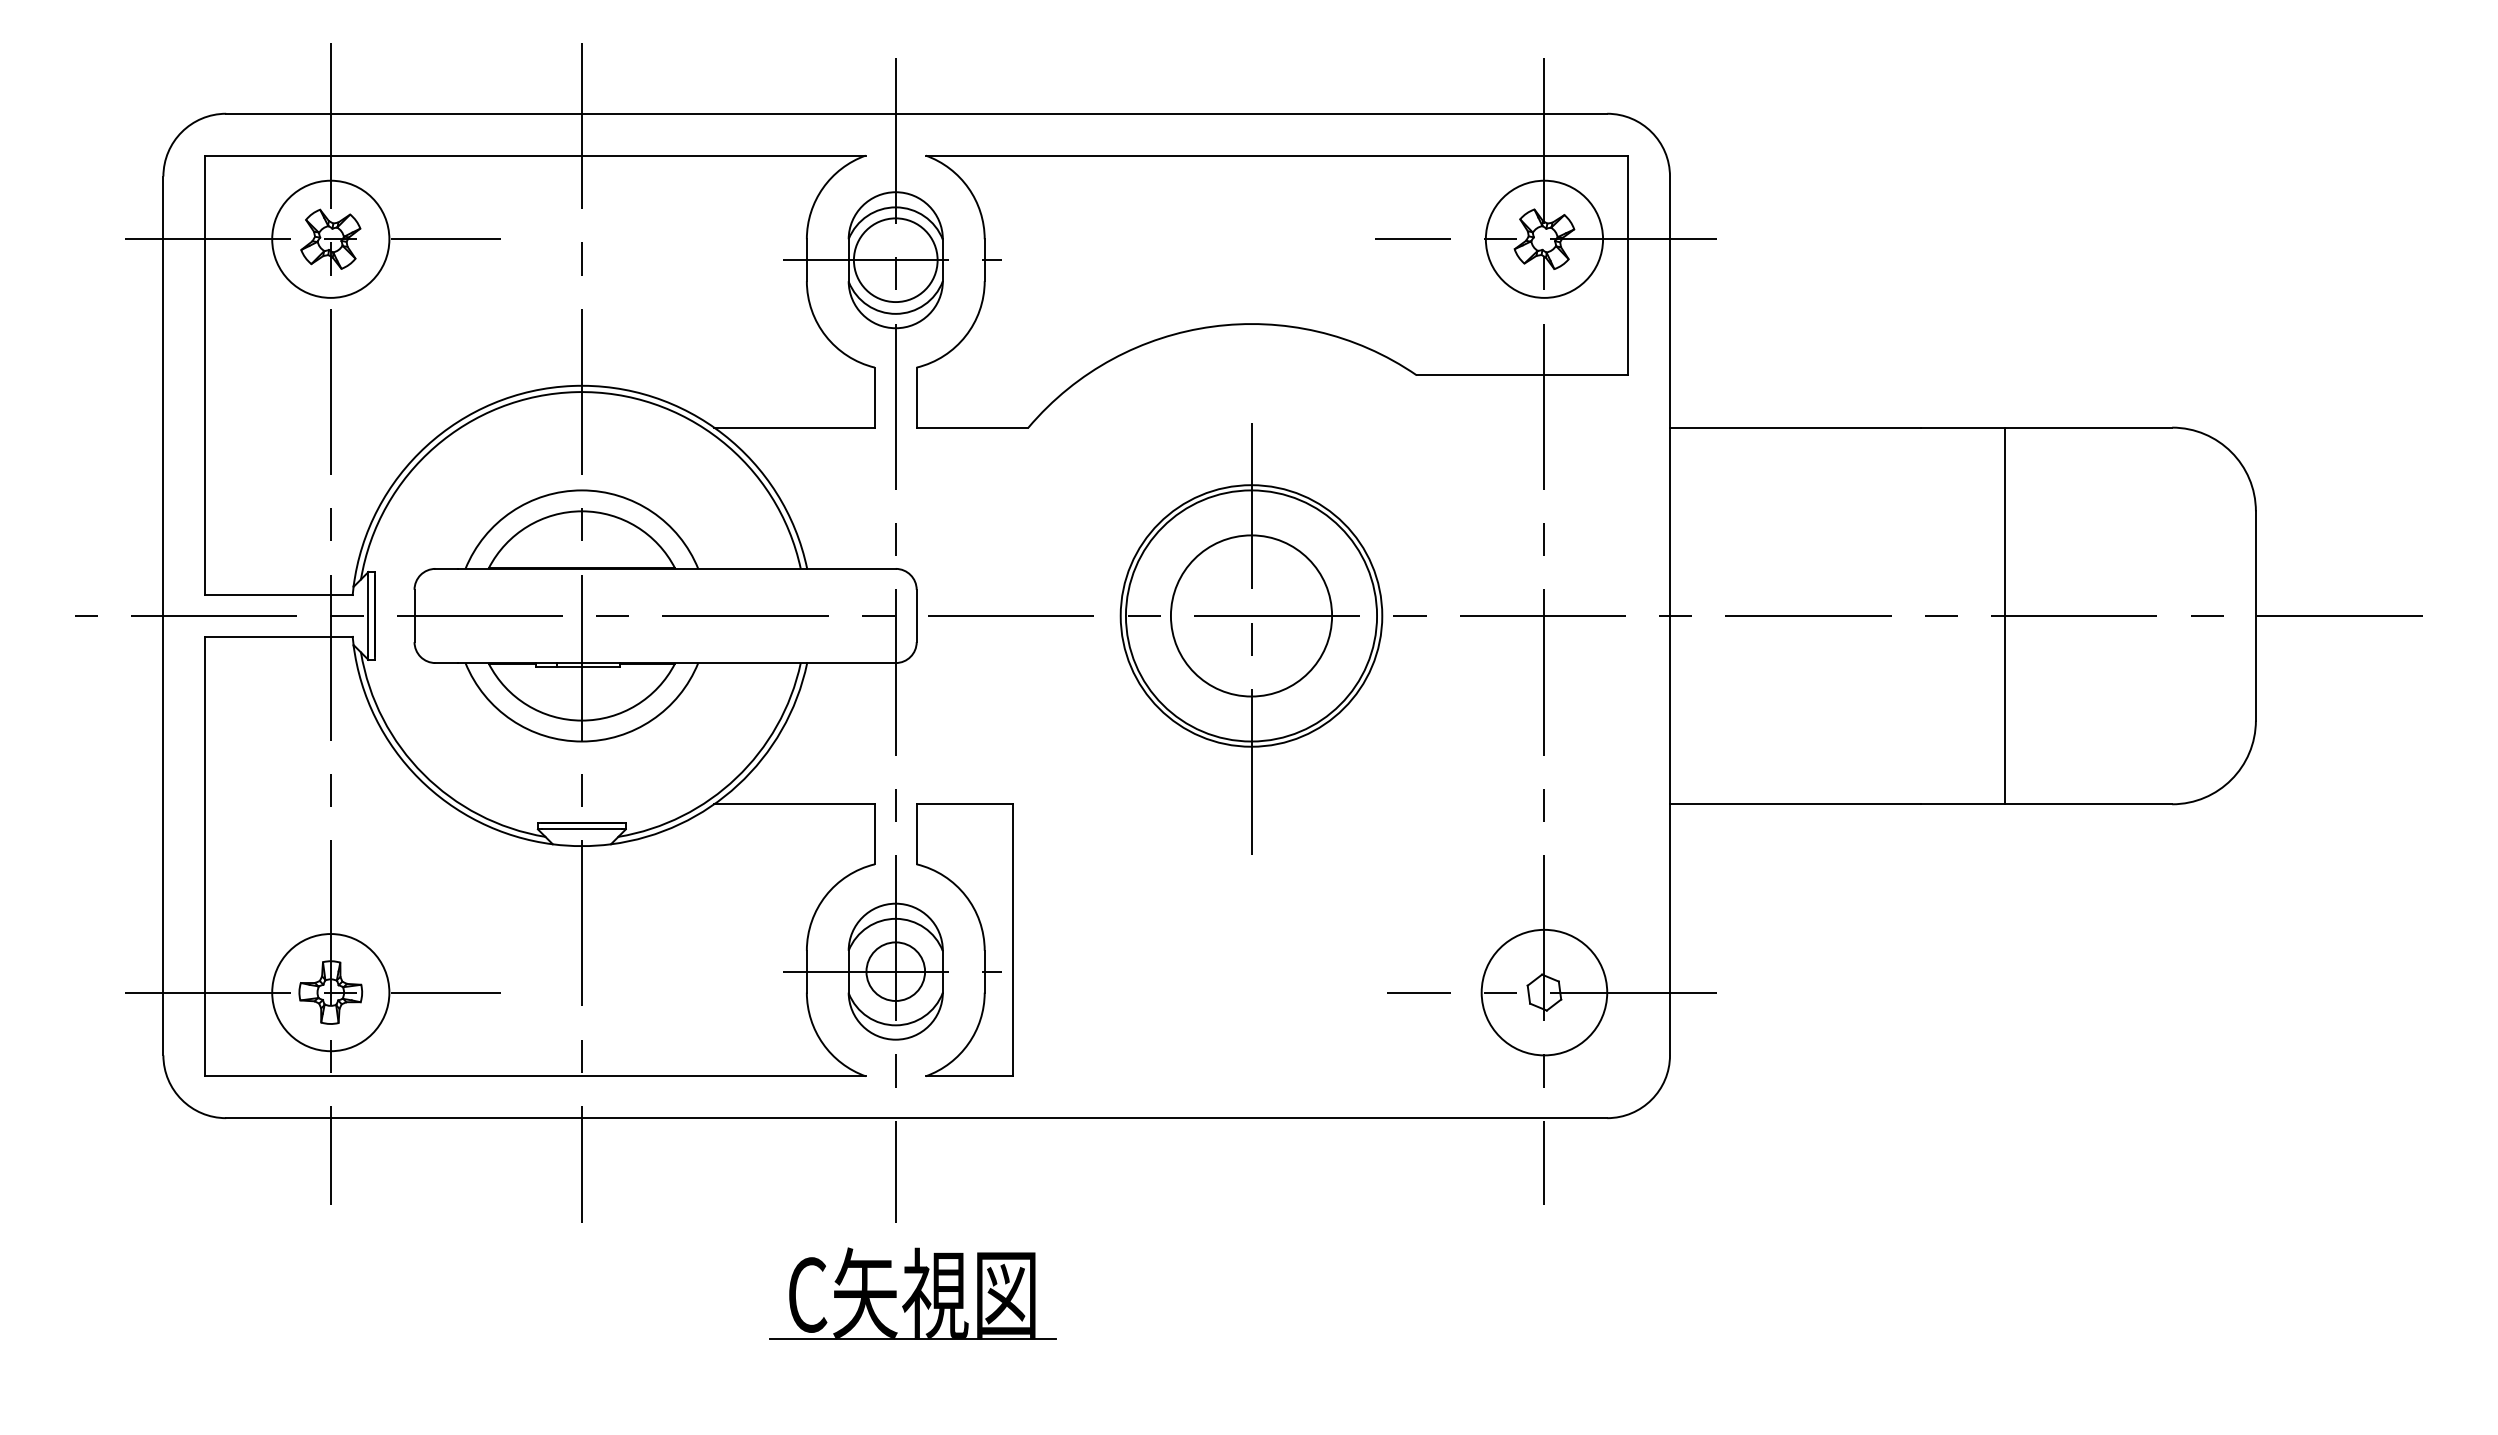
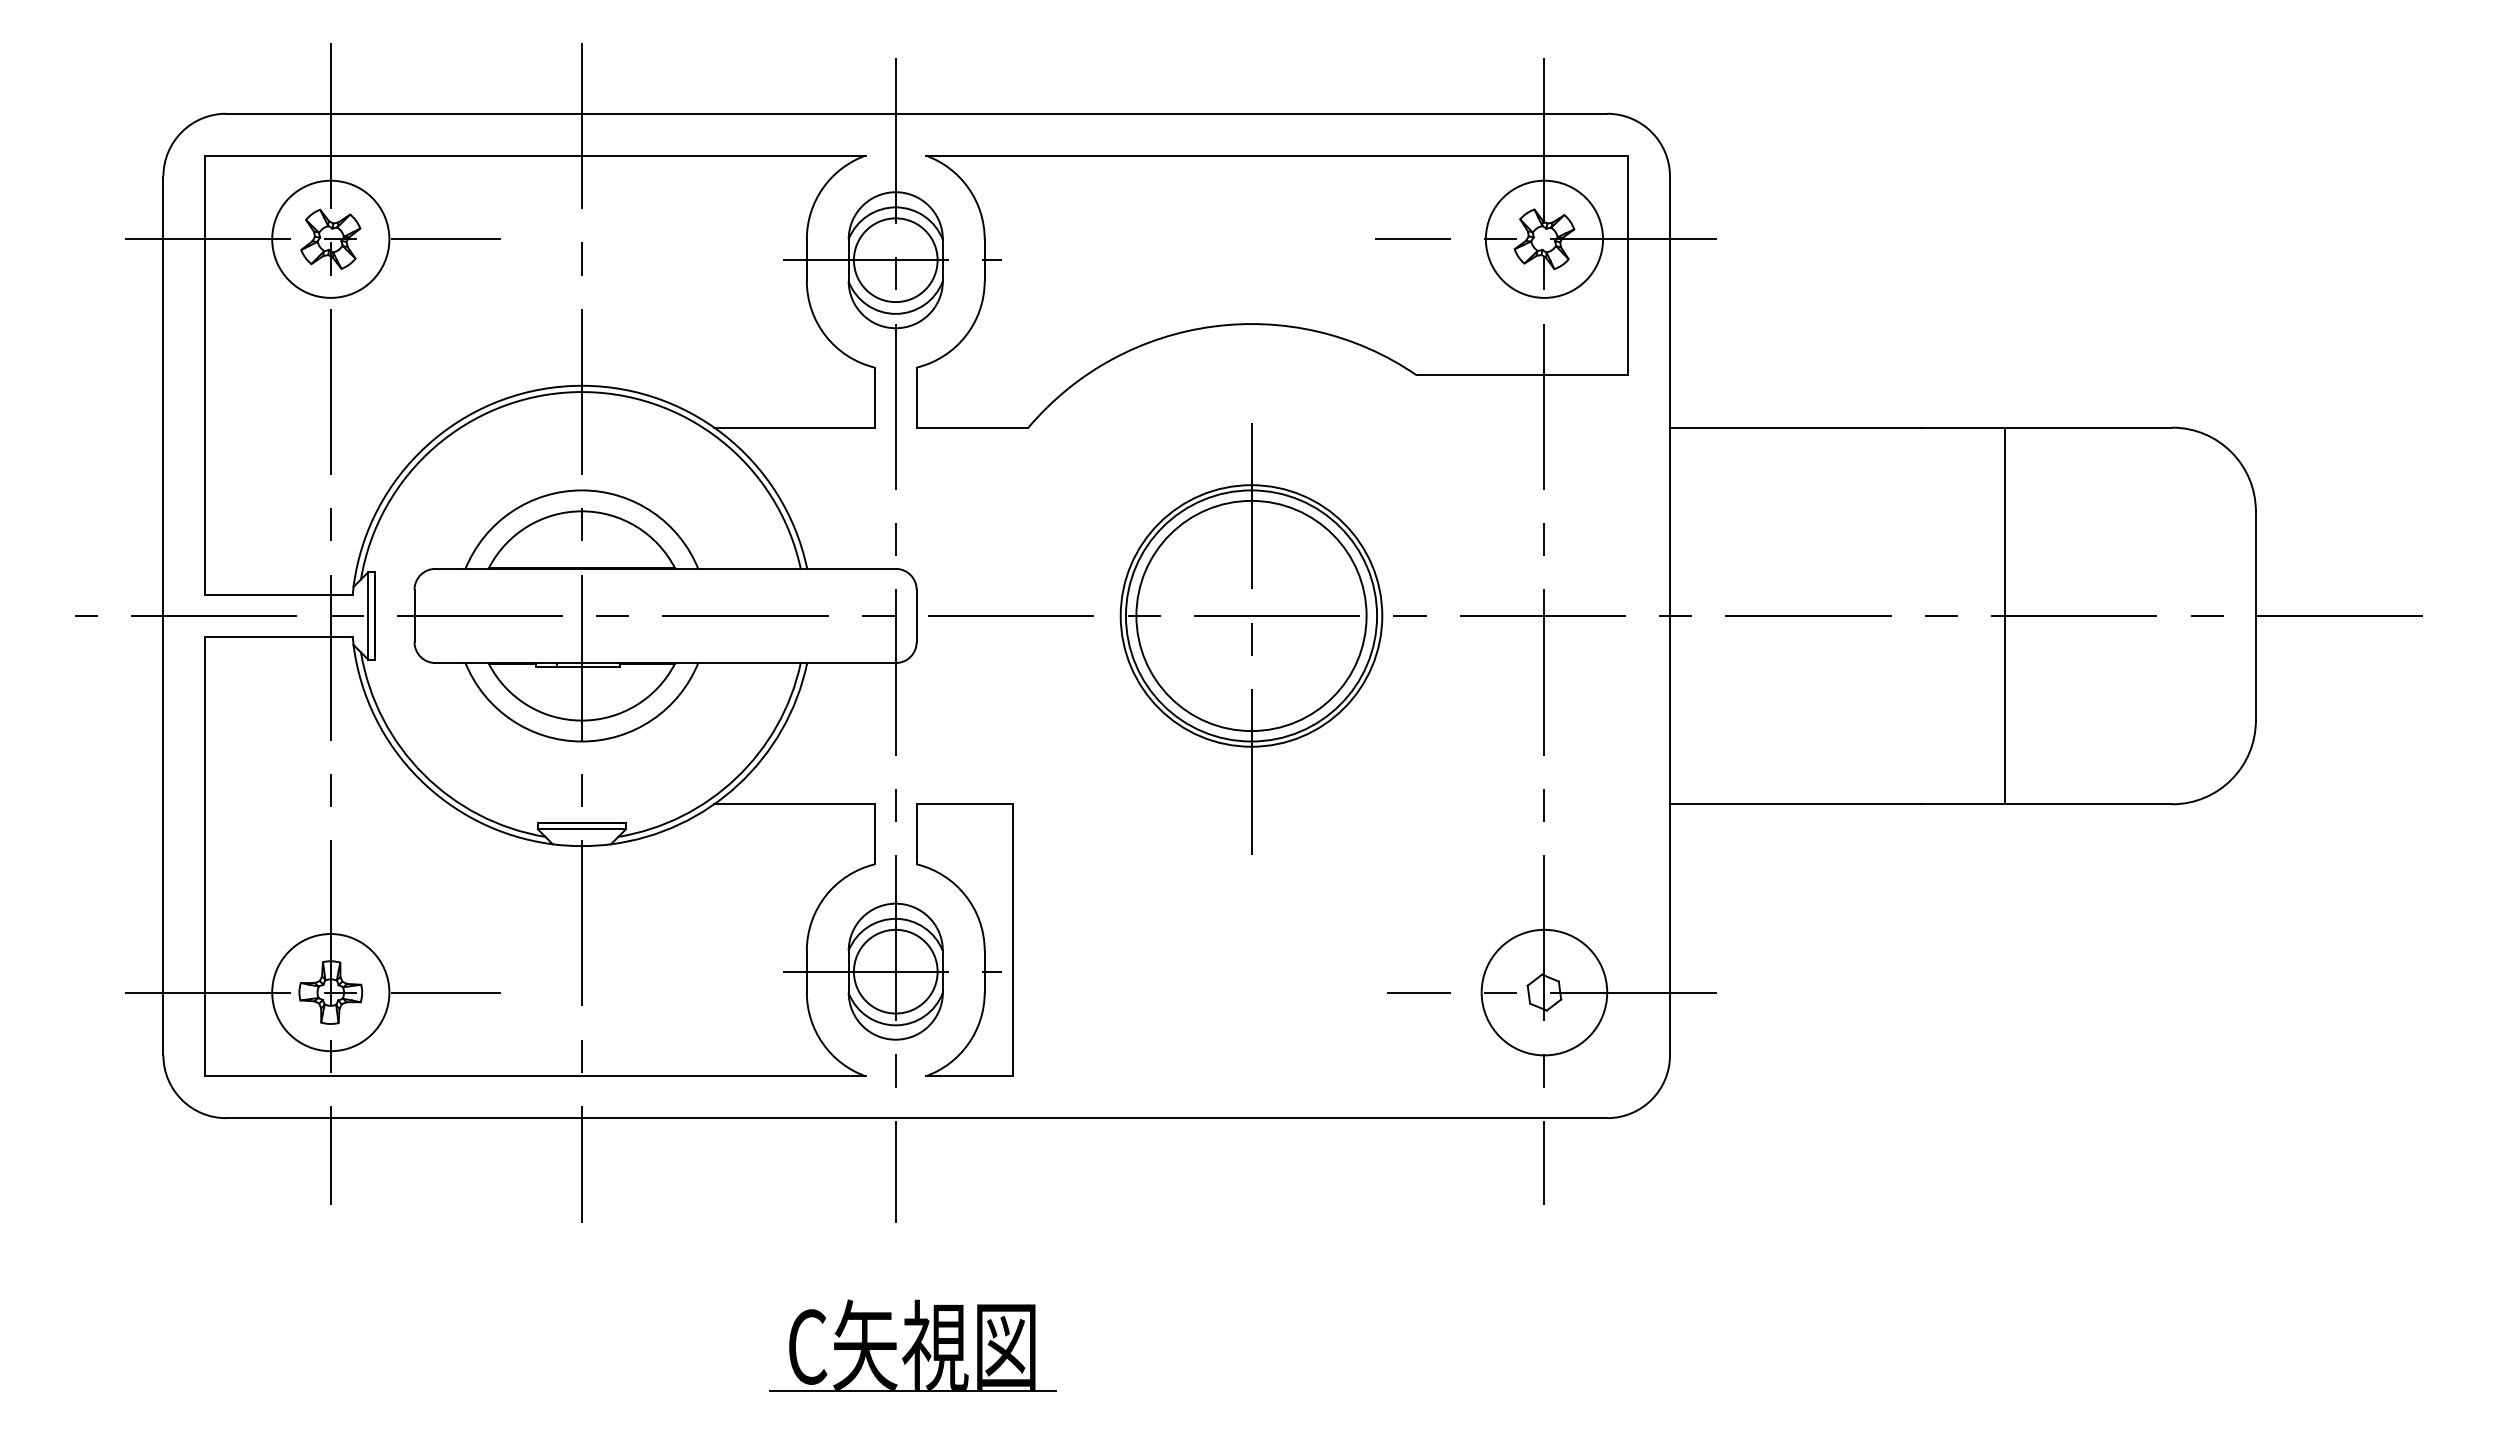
circle at (1251, 615) diameter: 161 px -> 230 px
circle at (895, 971) diameter: 59 px -> 84 px
part at (912, 1293) position: (912, 1293) -> (912, 1345)
